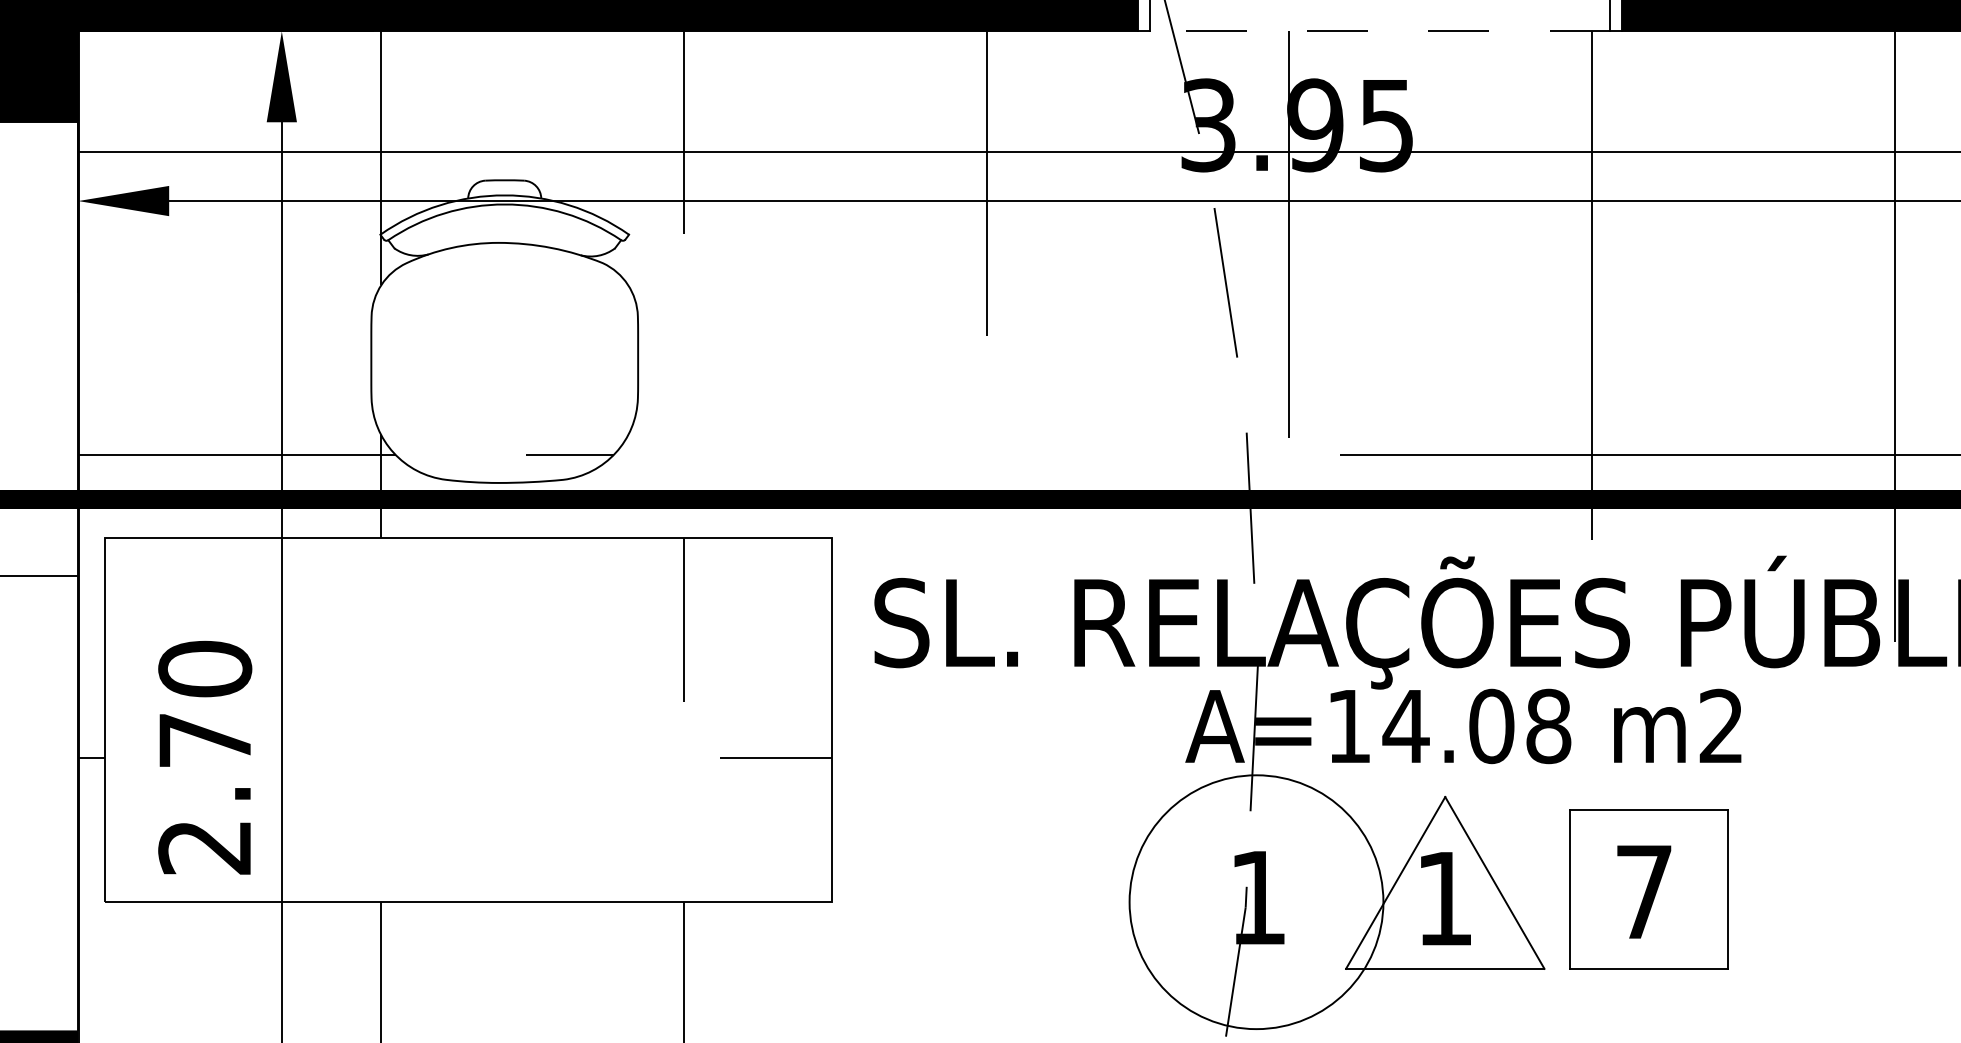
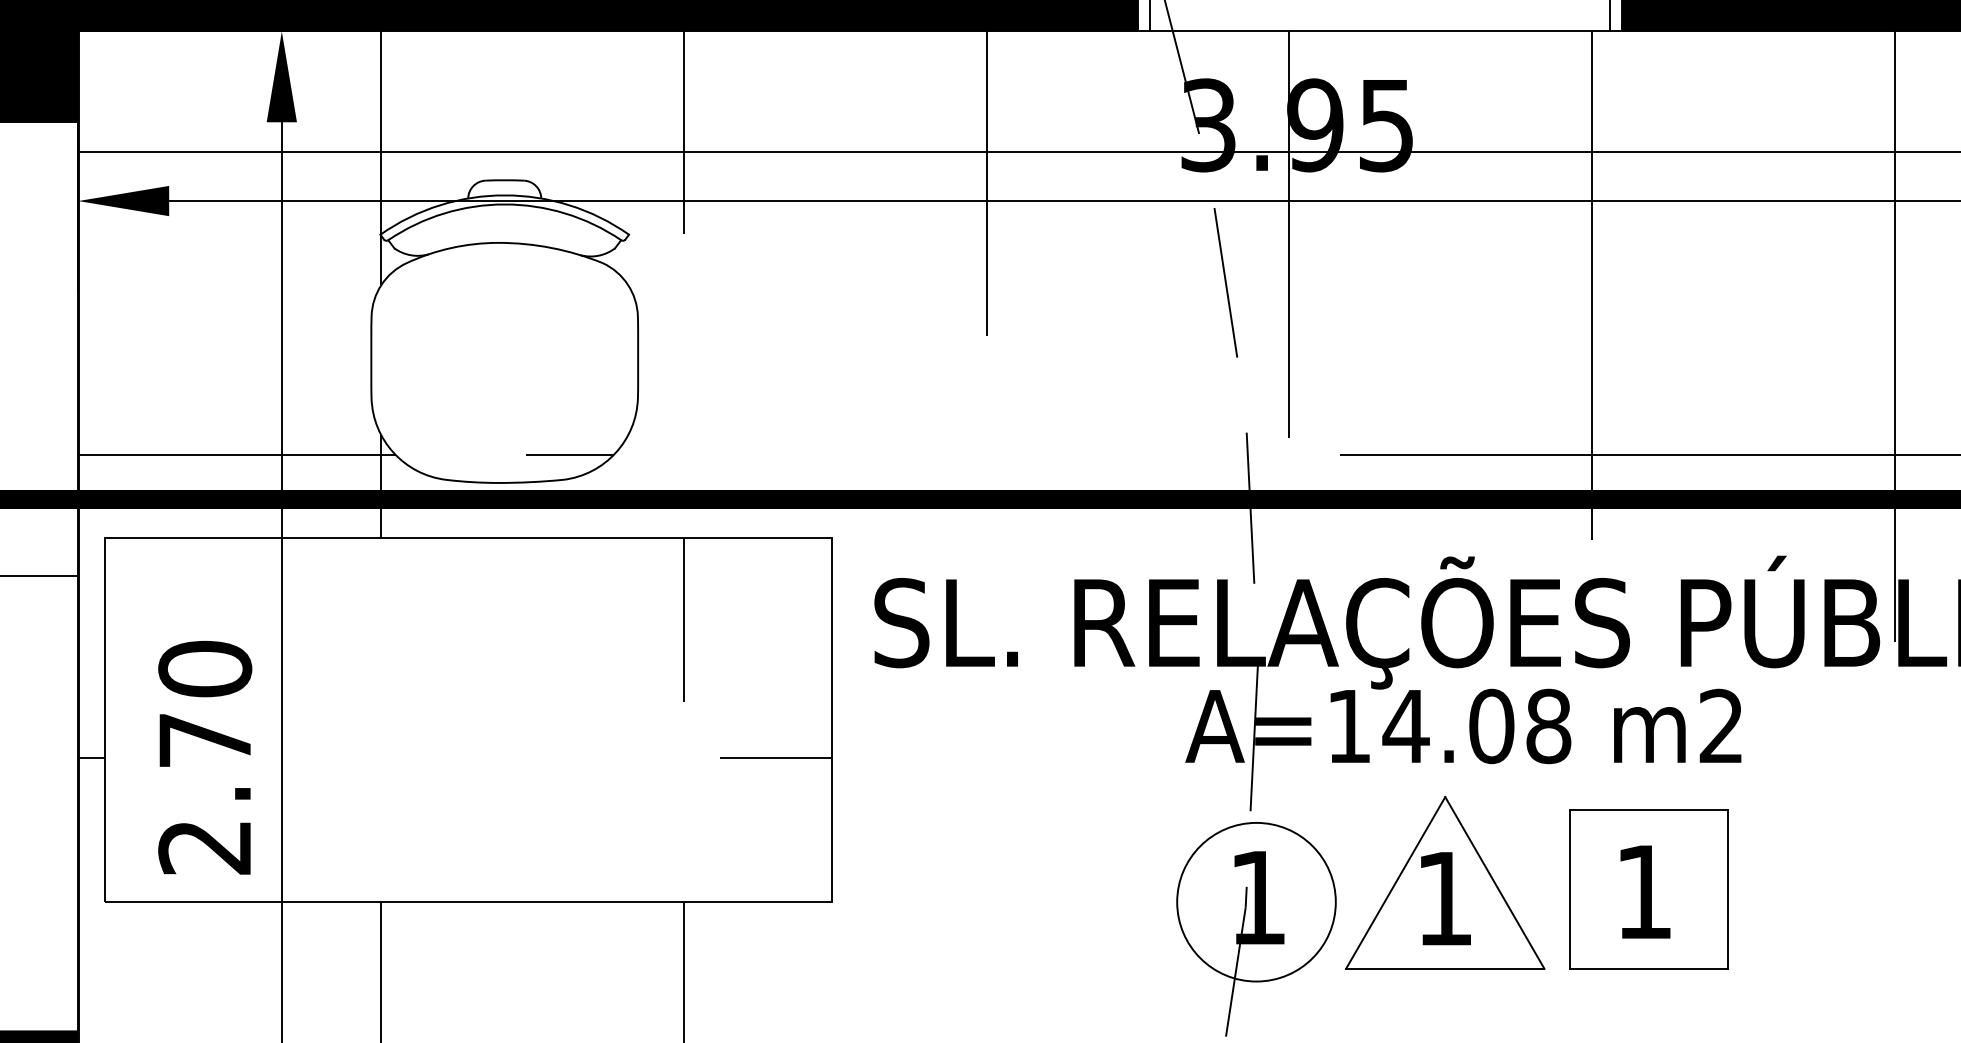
line at (1379, 31): dashed -> solid
text at (1644, 891): 7 -> 1
circle at (1256, 902) diameter: 254 px -> 159 px
